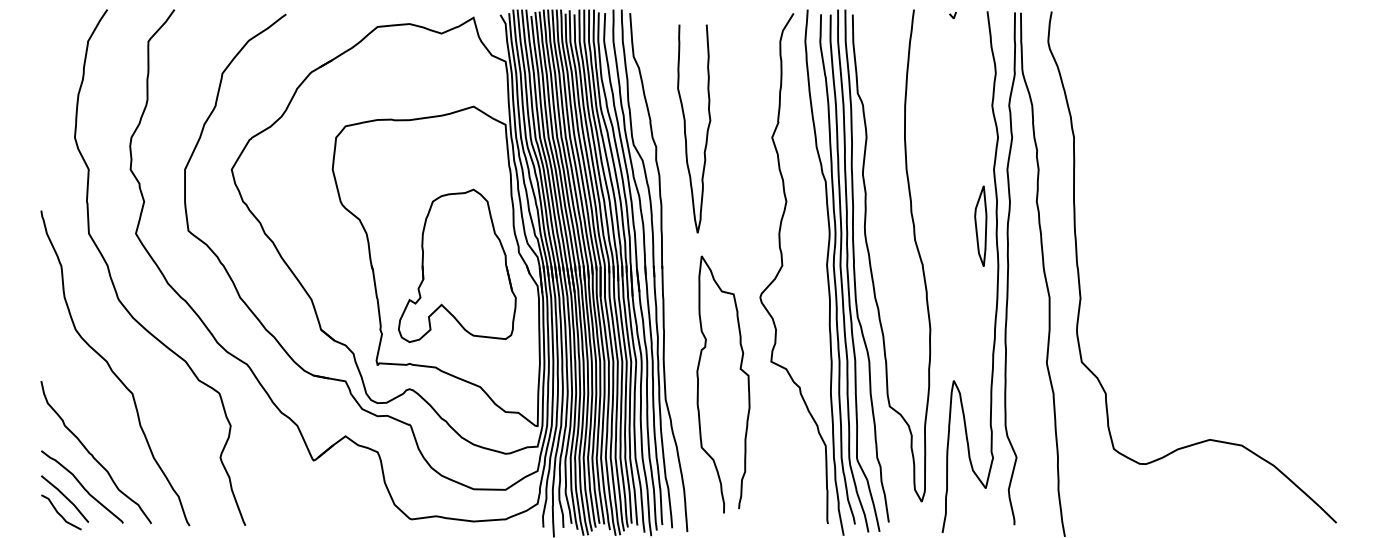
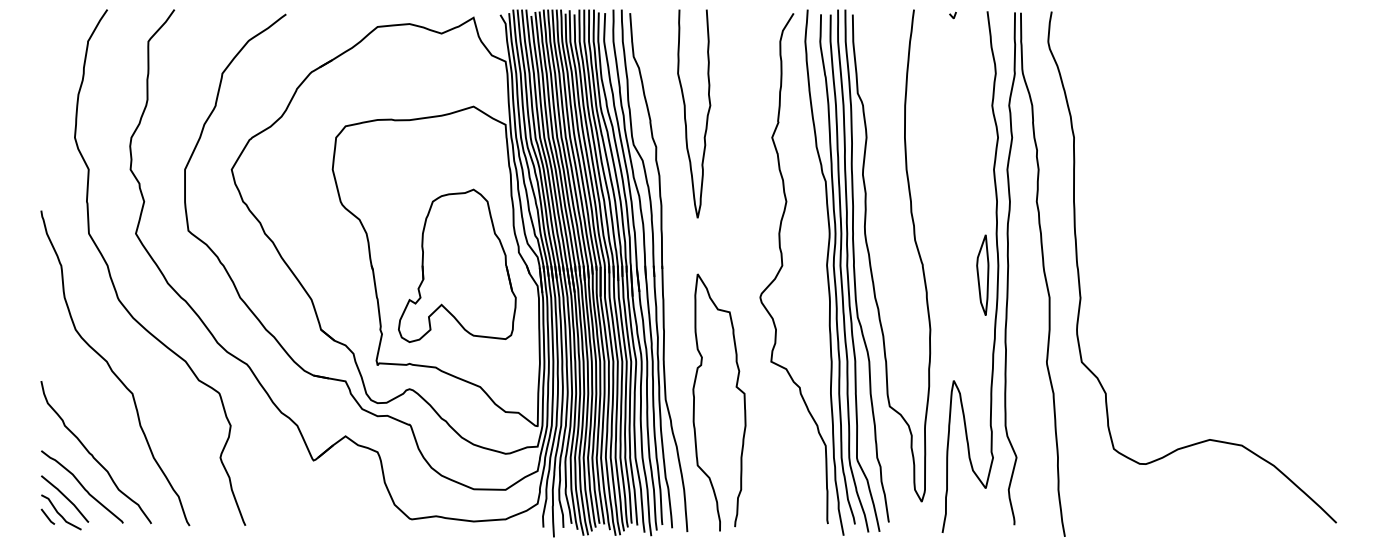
curve at (685, 128) position: (685, 128) -> (685, 113)
part at (980, 225) position: (980, 225) -> (982, 274)
curve at (739, 369) position: (739, 369) -> (735, 387)
line at (47, 516): none -> present
